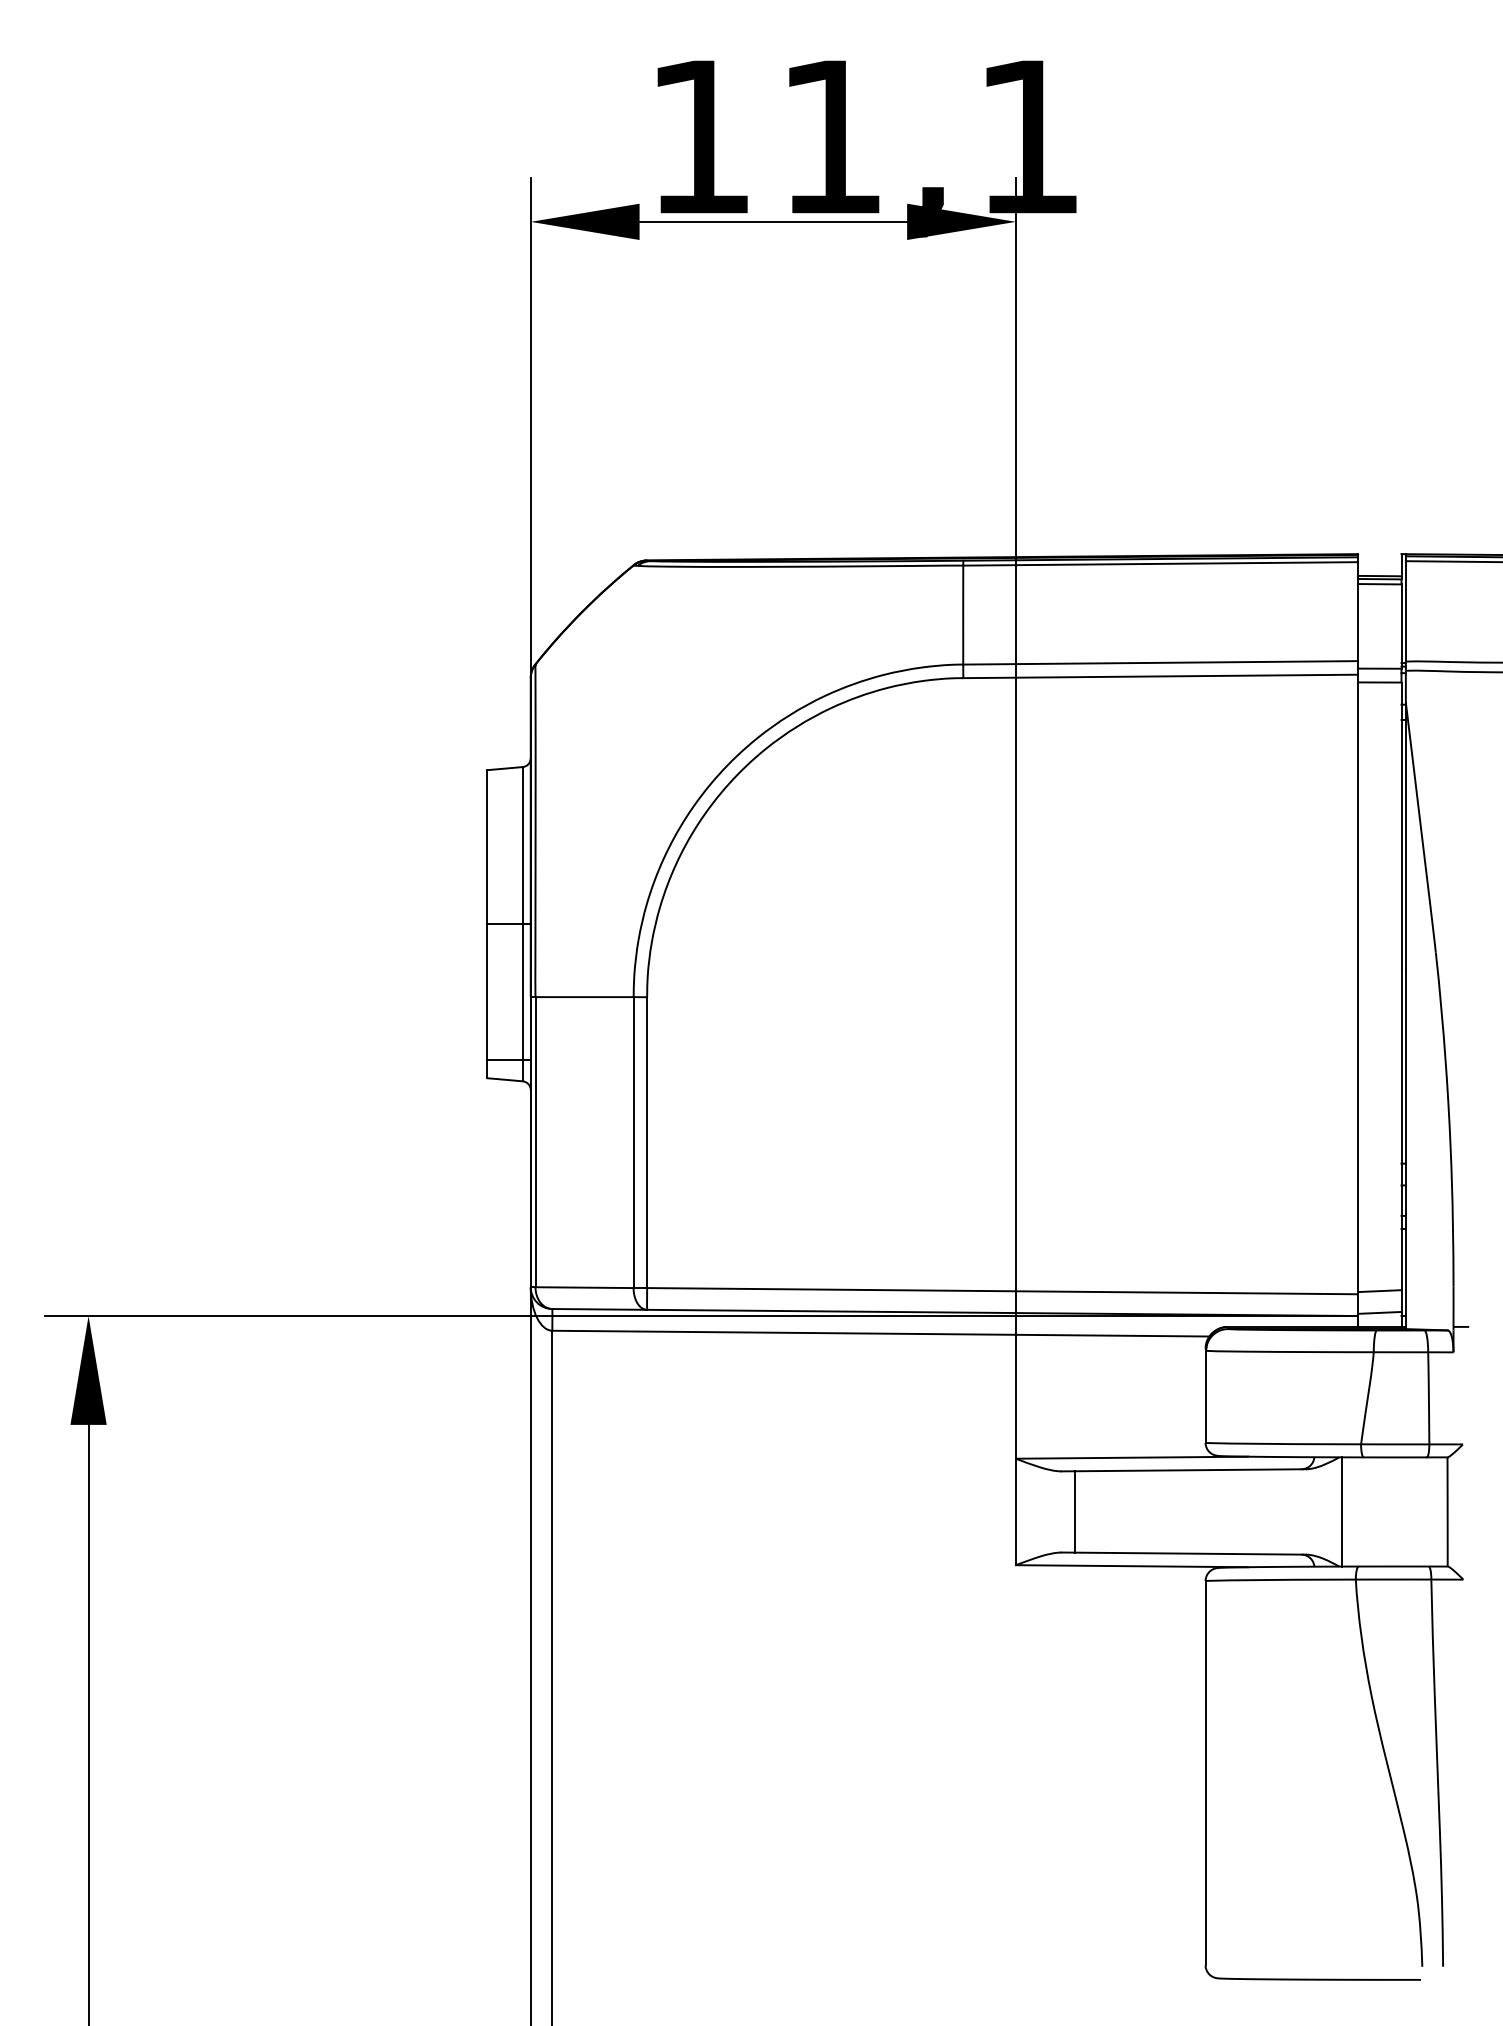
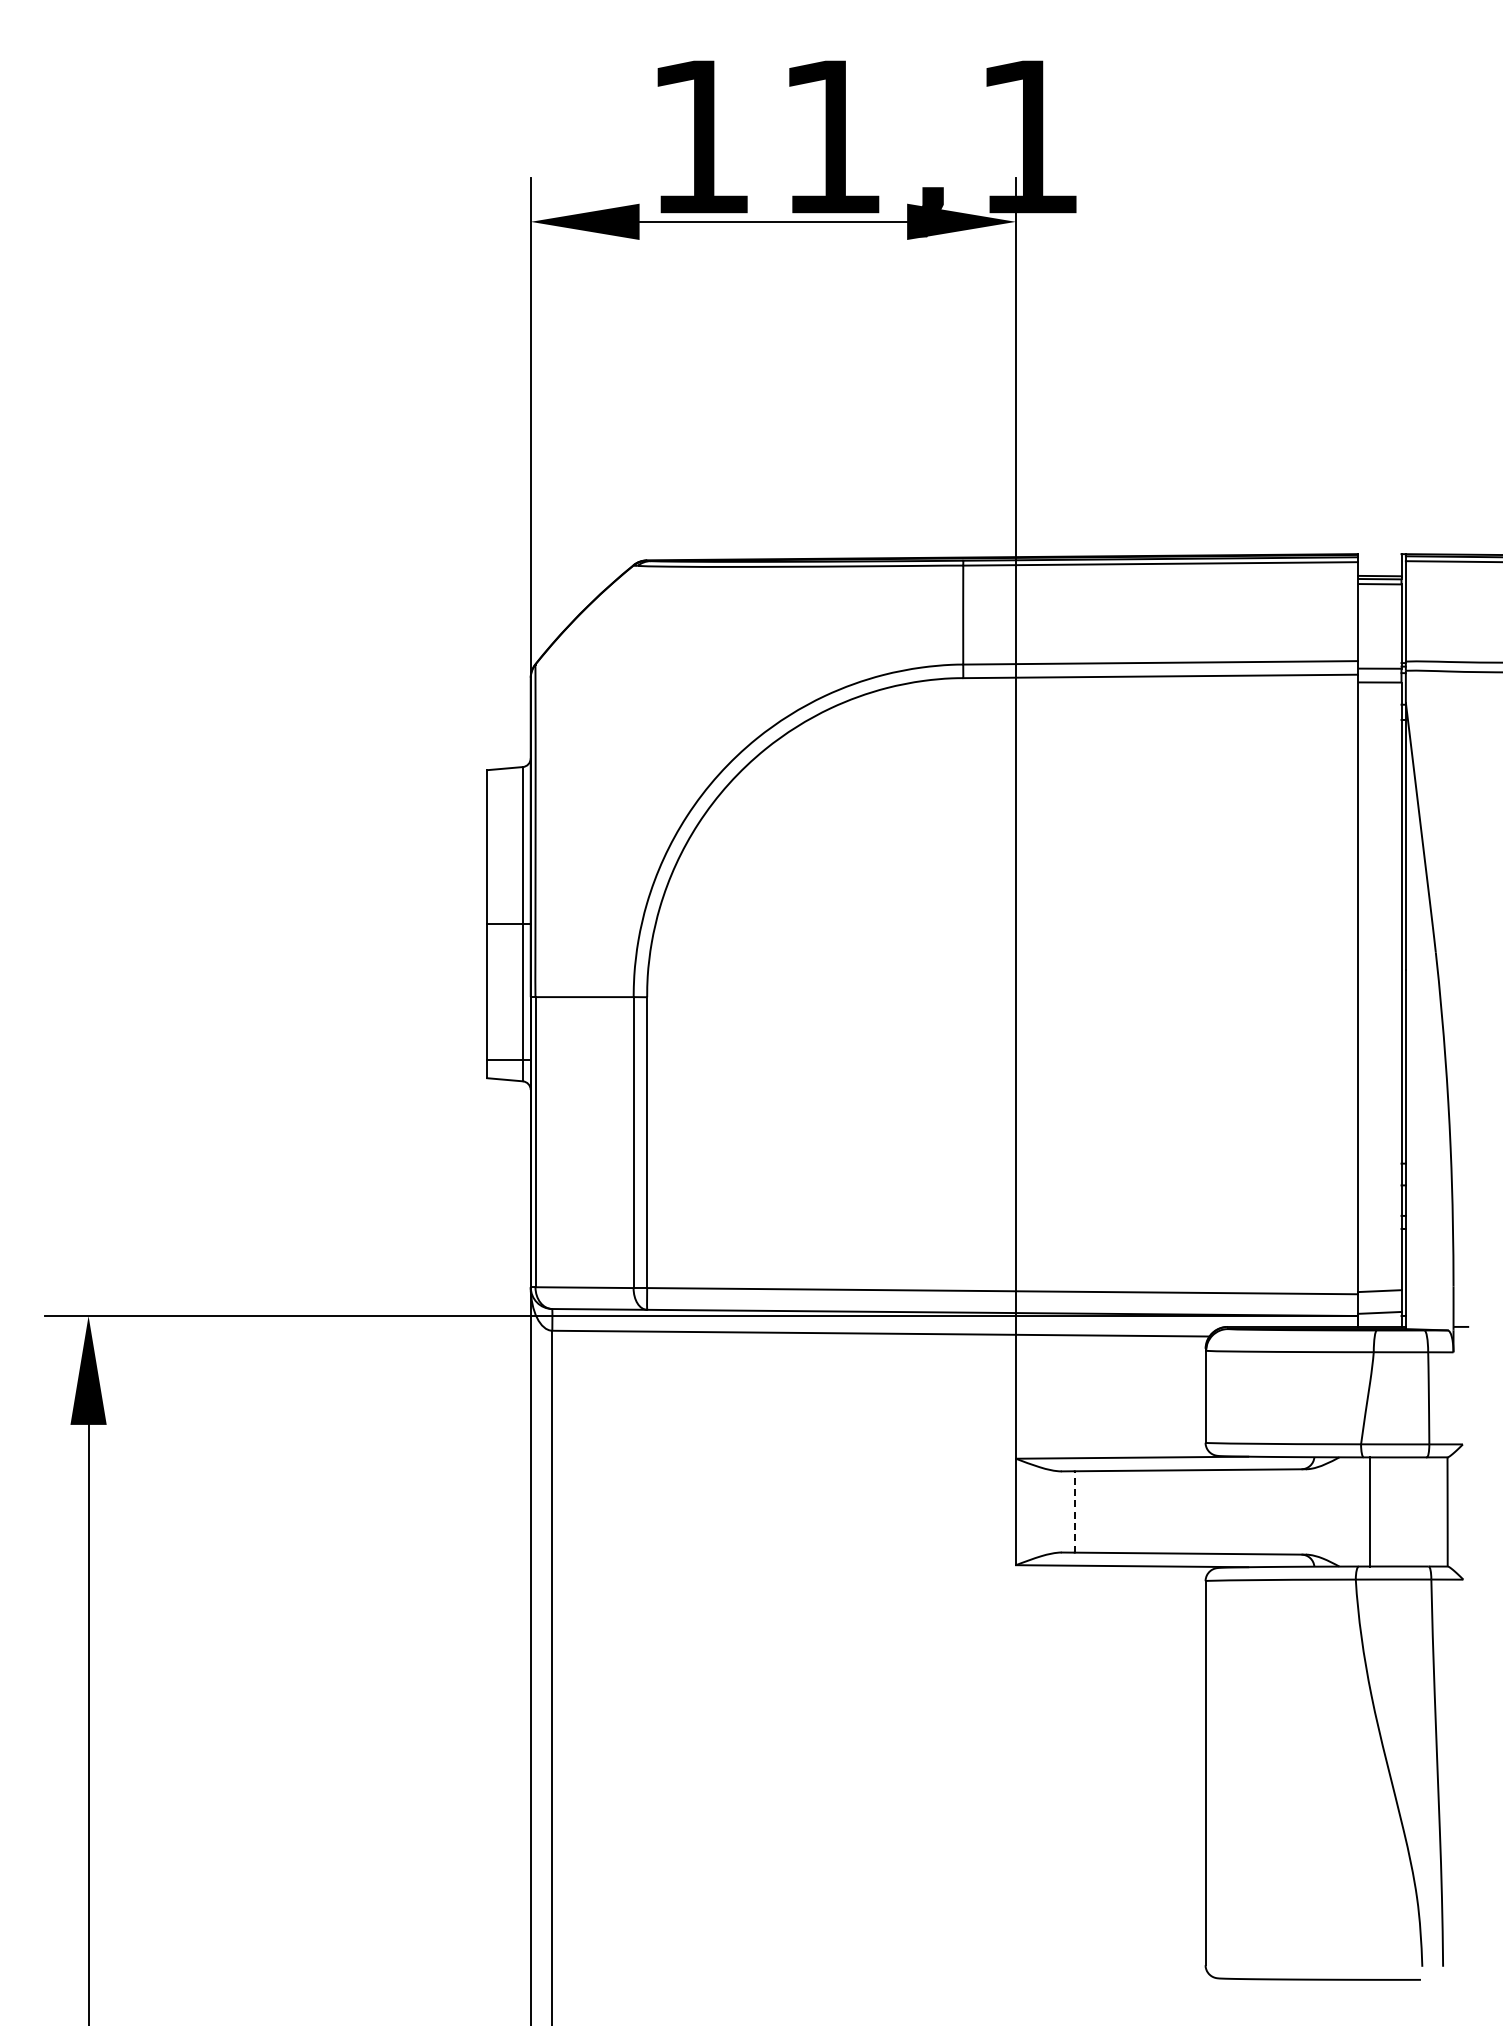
line at (1074, 1511): solid -> dashed
line at (1341, 1511) position: (1341, 1511) -> (1369, 1511)
